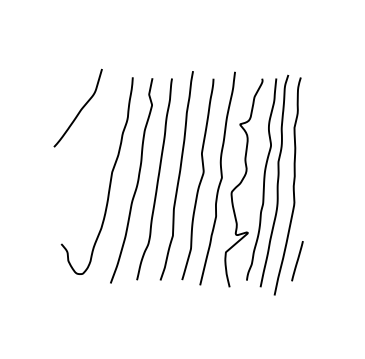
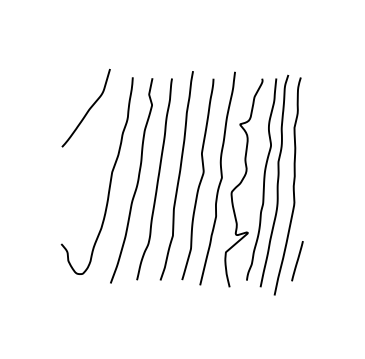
curve at (80, 109) position: (80, 109) -> (88, 109)
